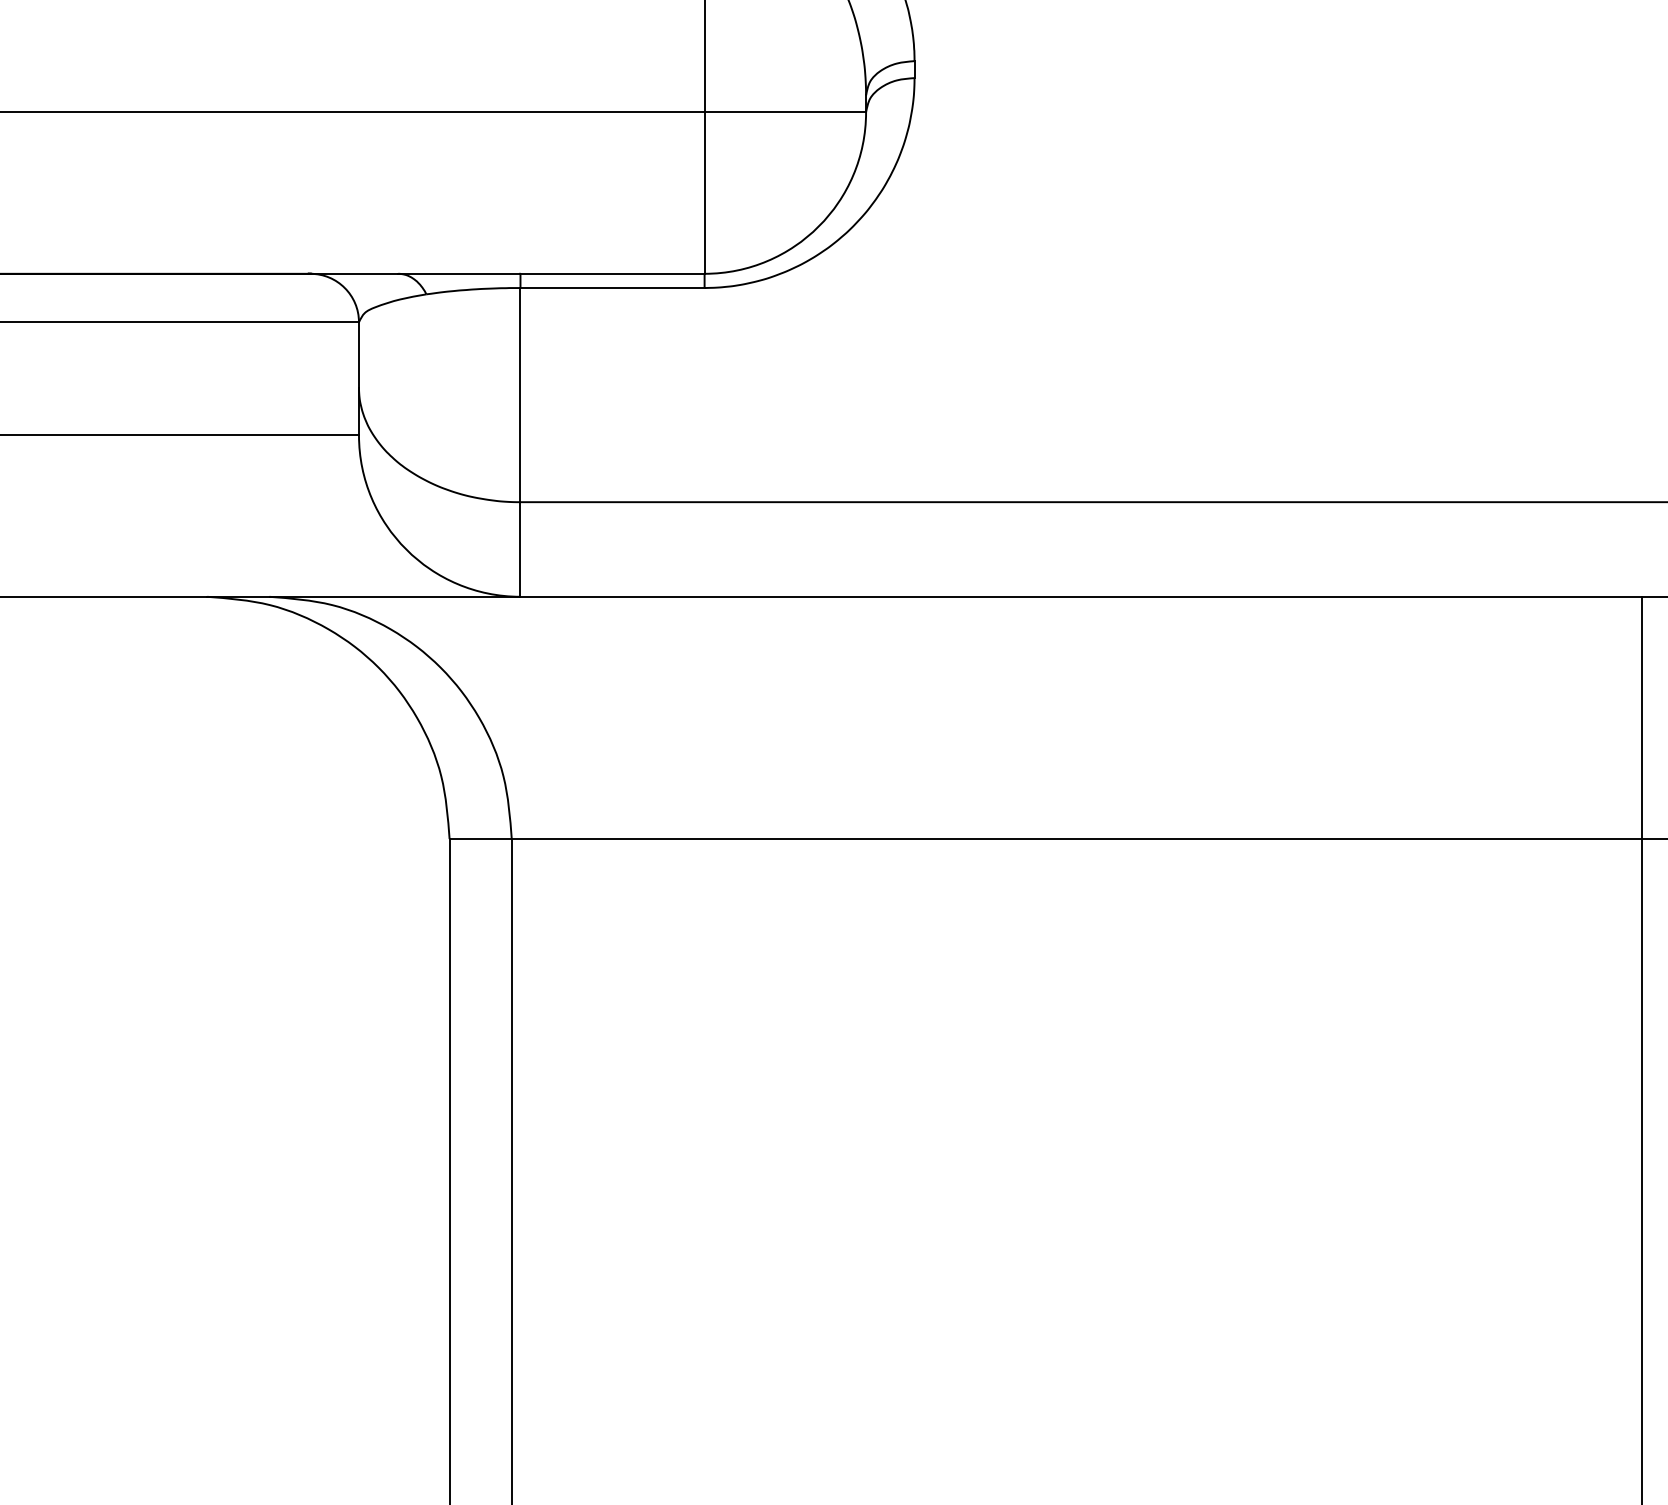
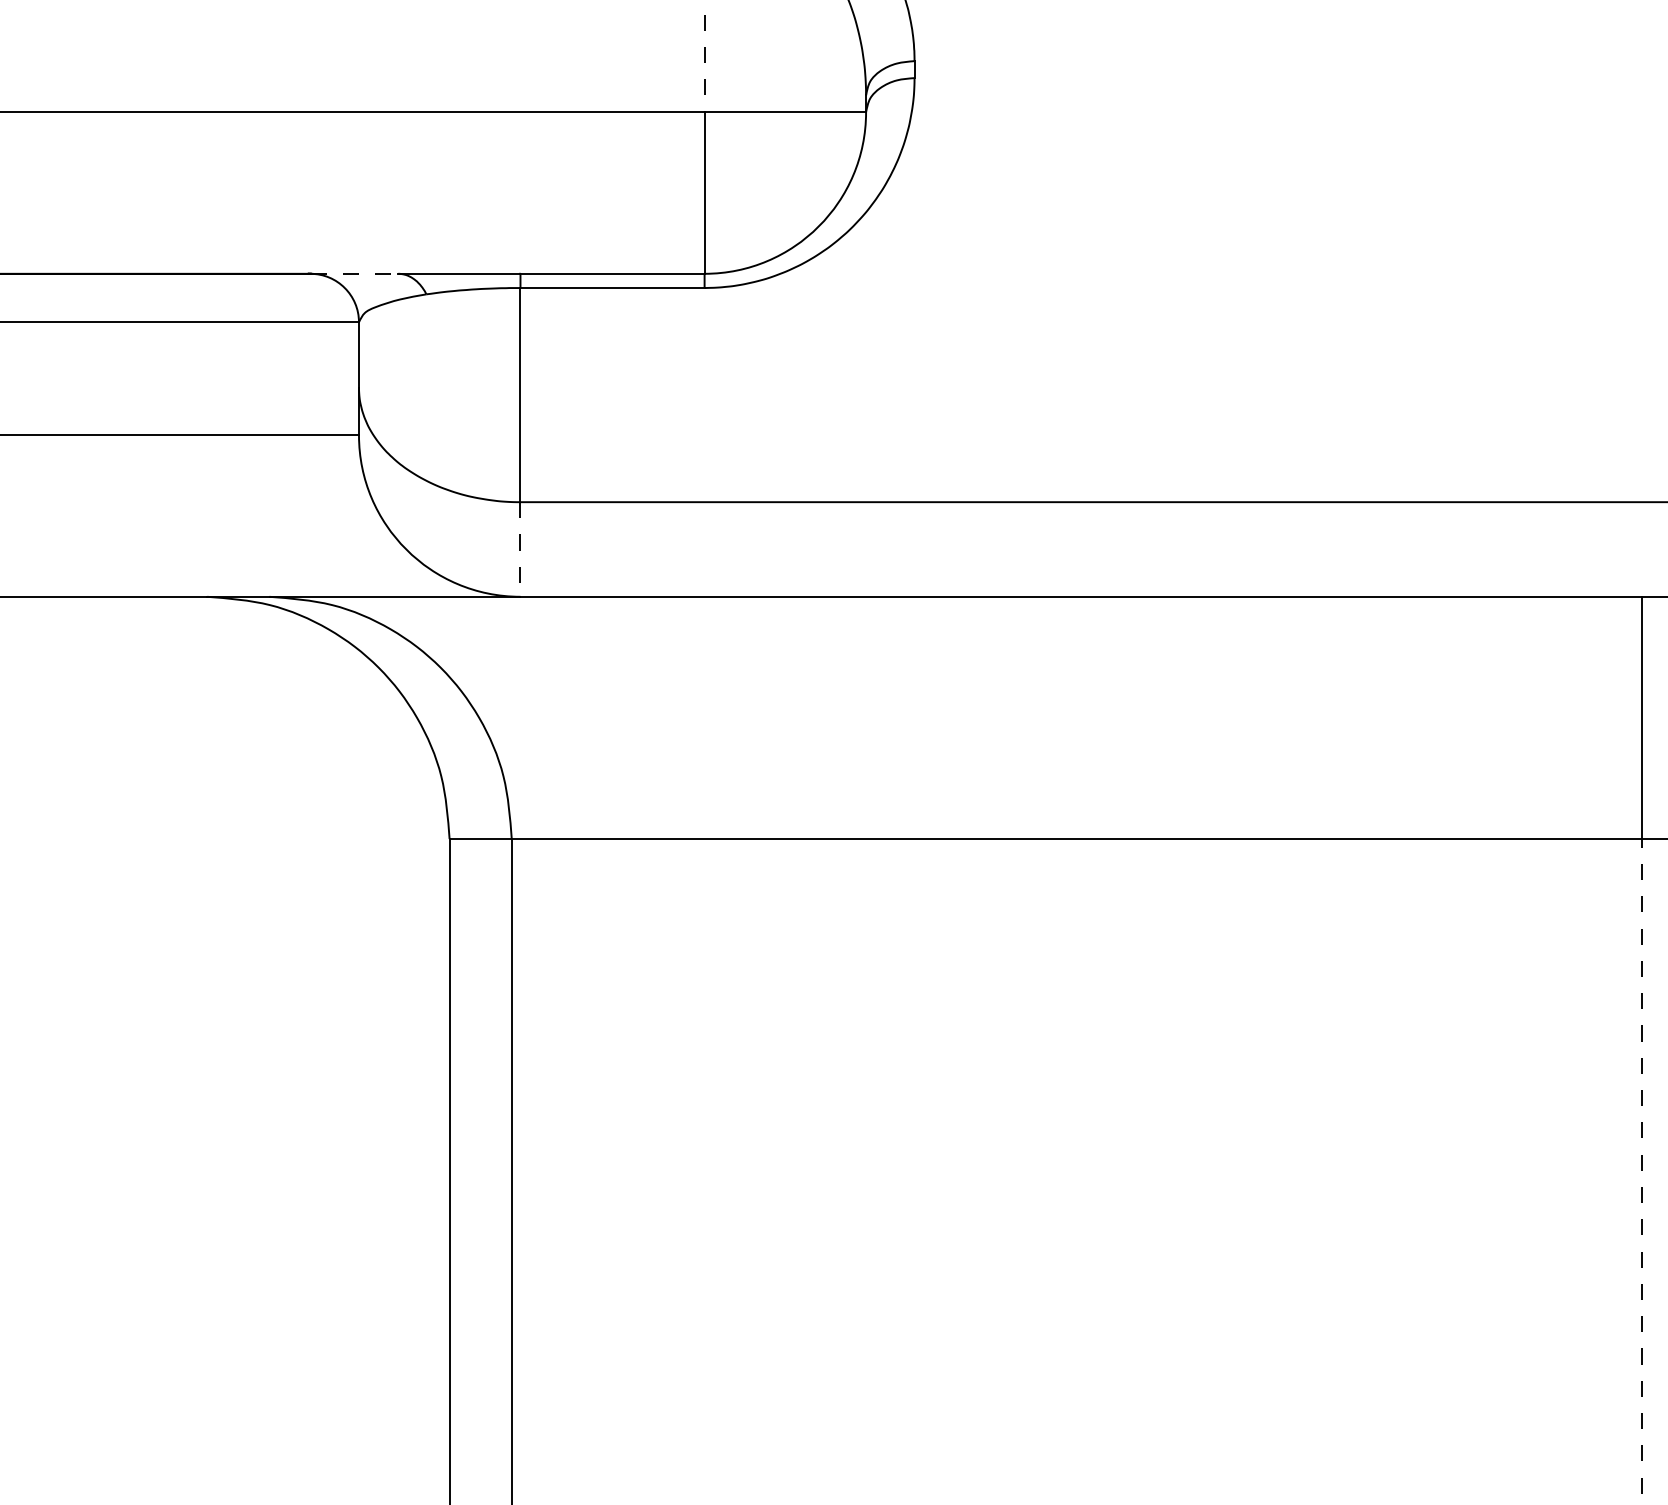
line at (704, 56): solid -> dashed
line at (354, 273): solid -> dashed
line at (520, 550): solid -> dashed
line at (1641, 1172): solid -> dashed
